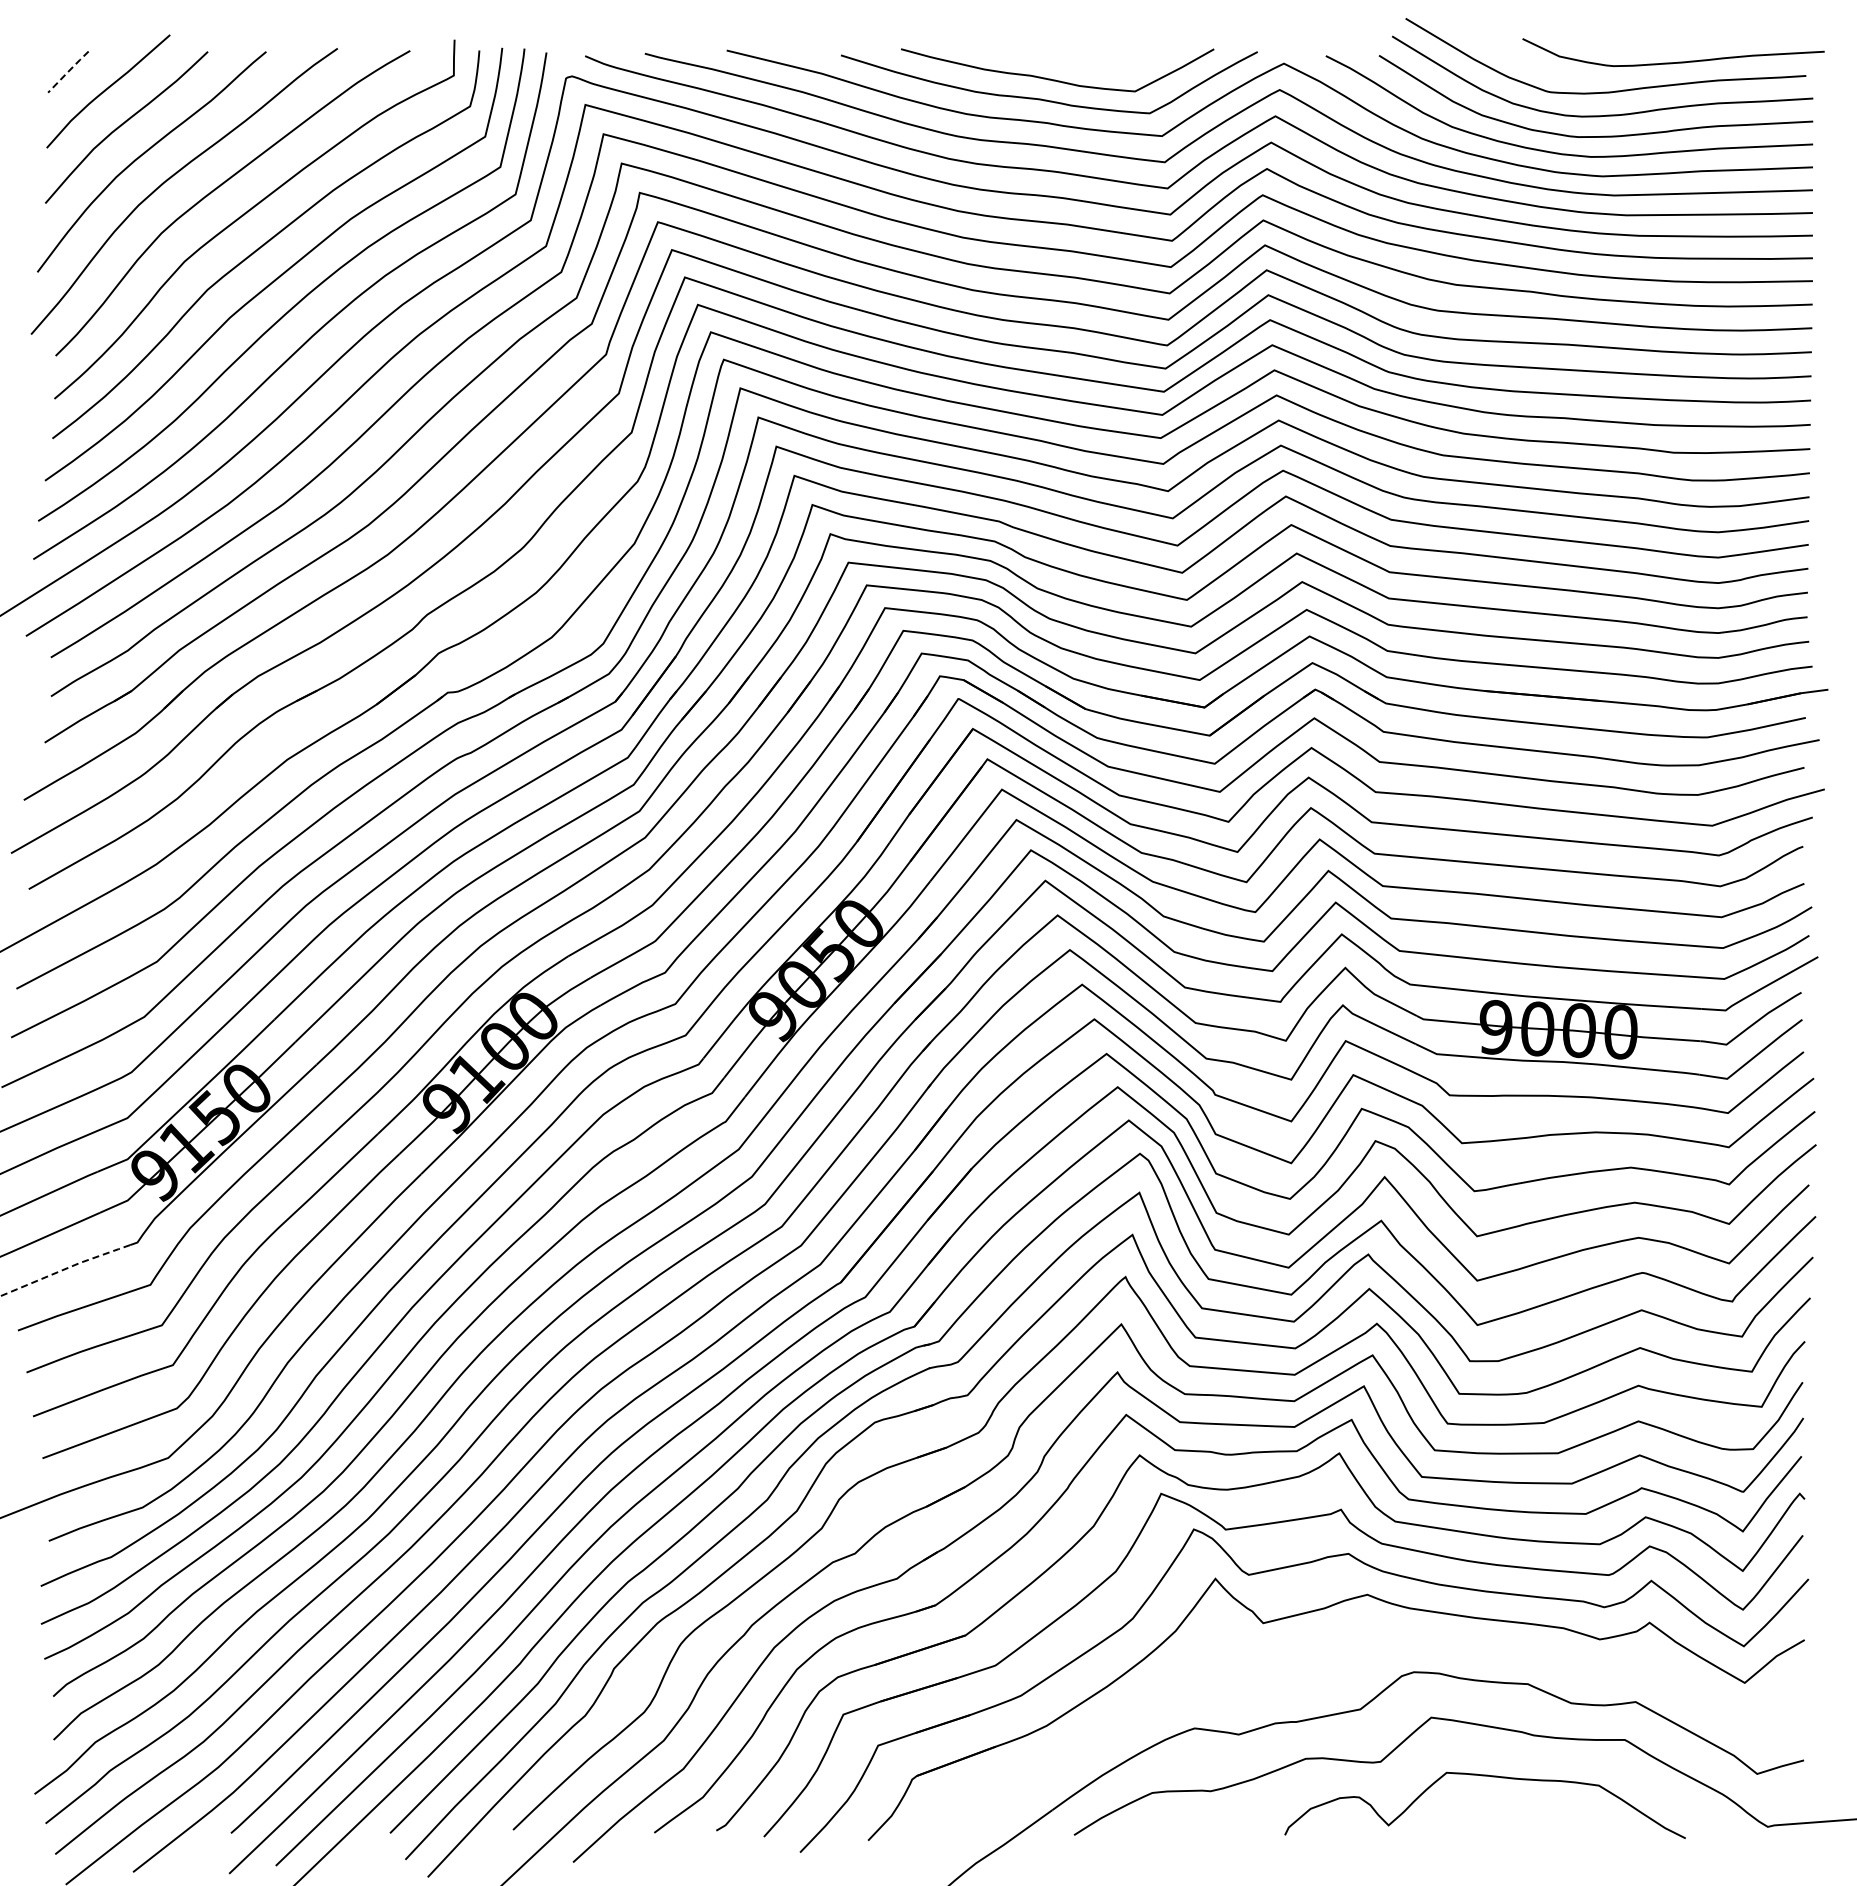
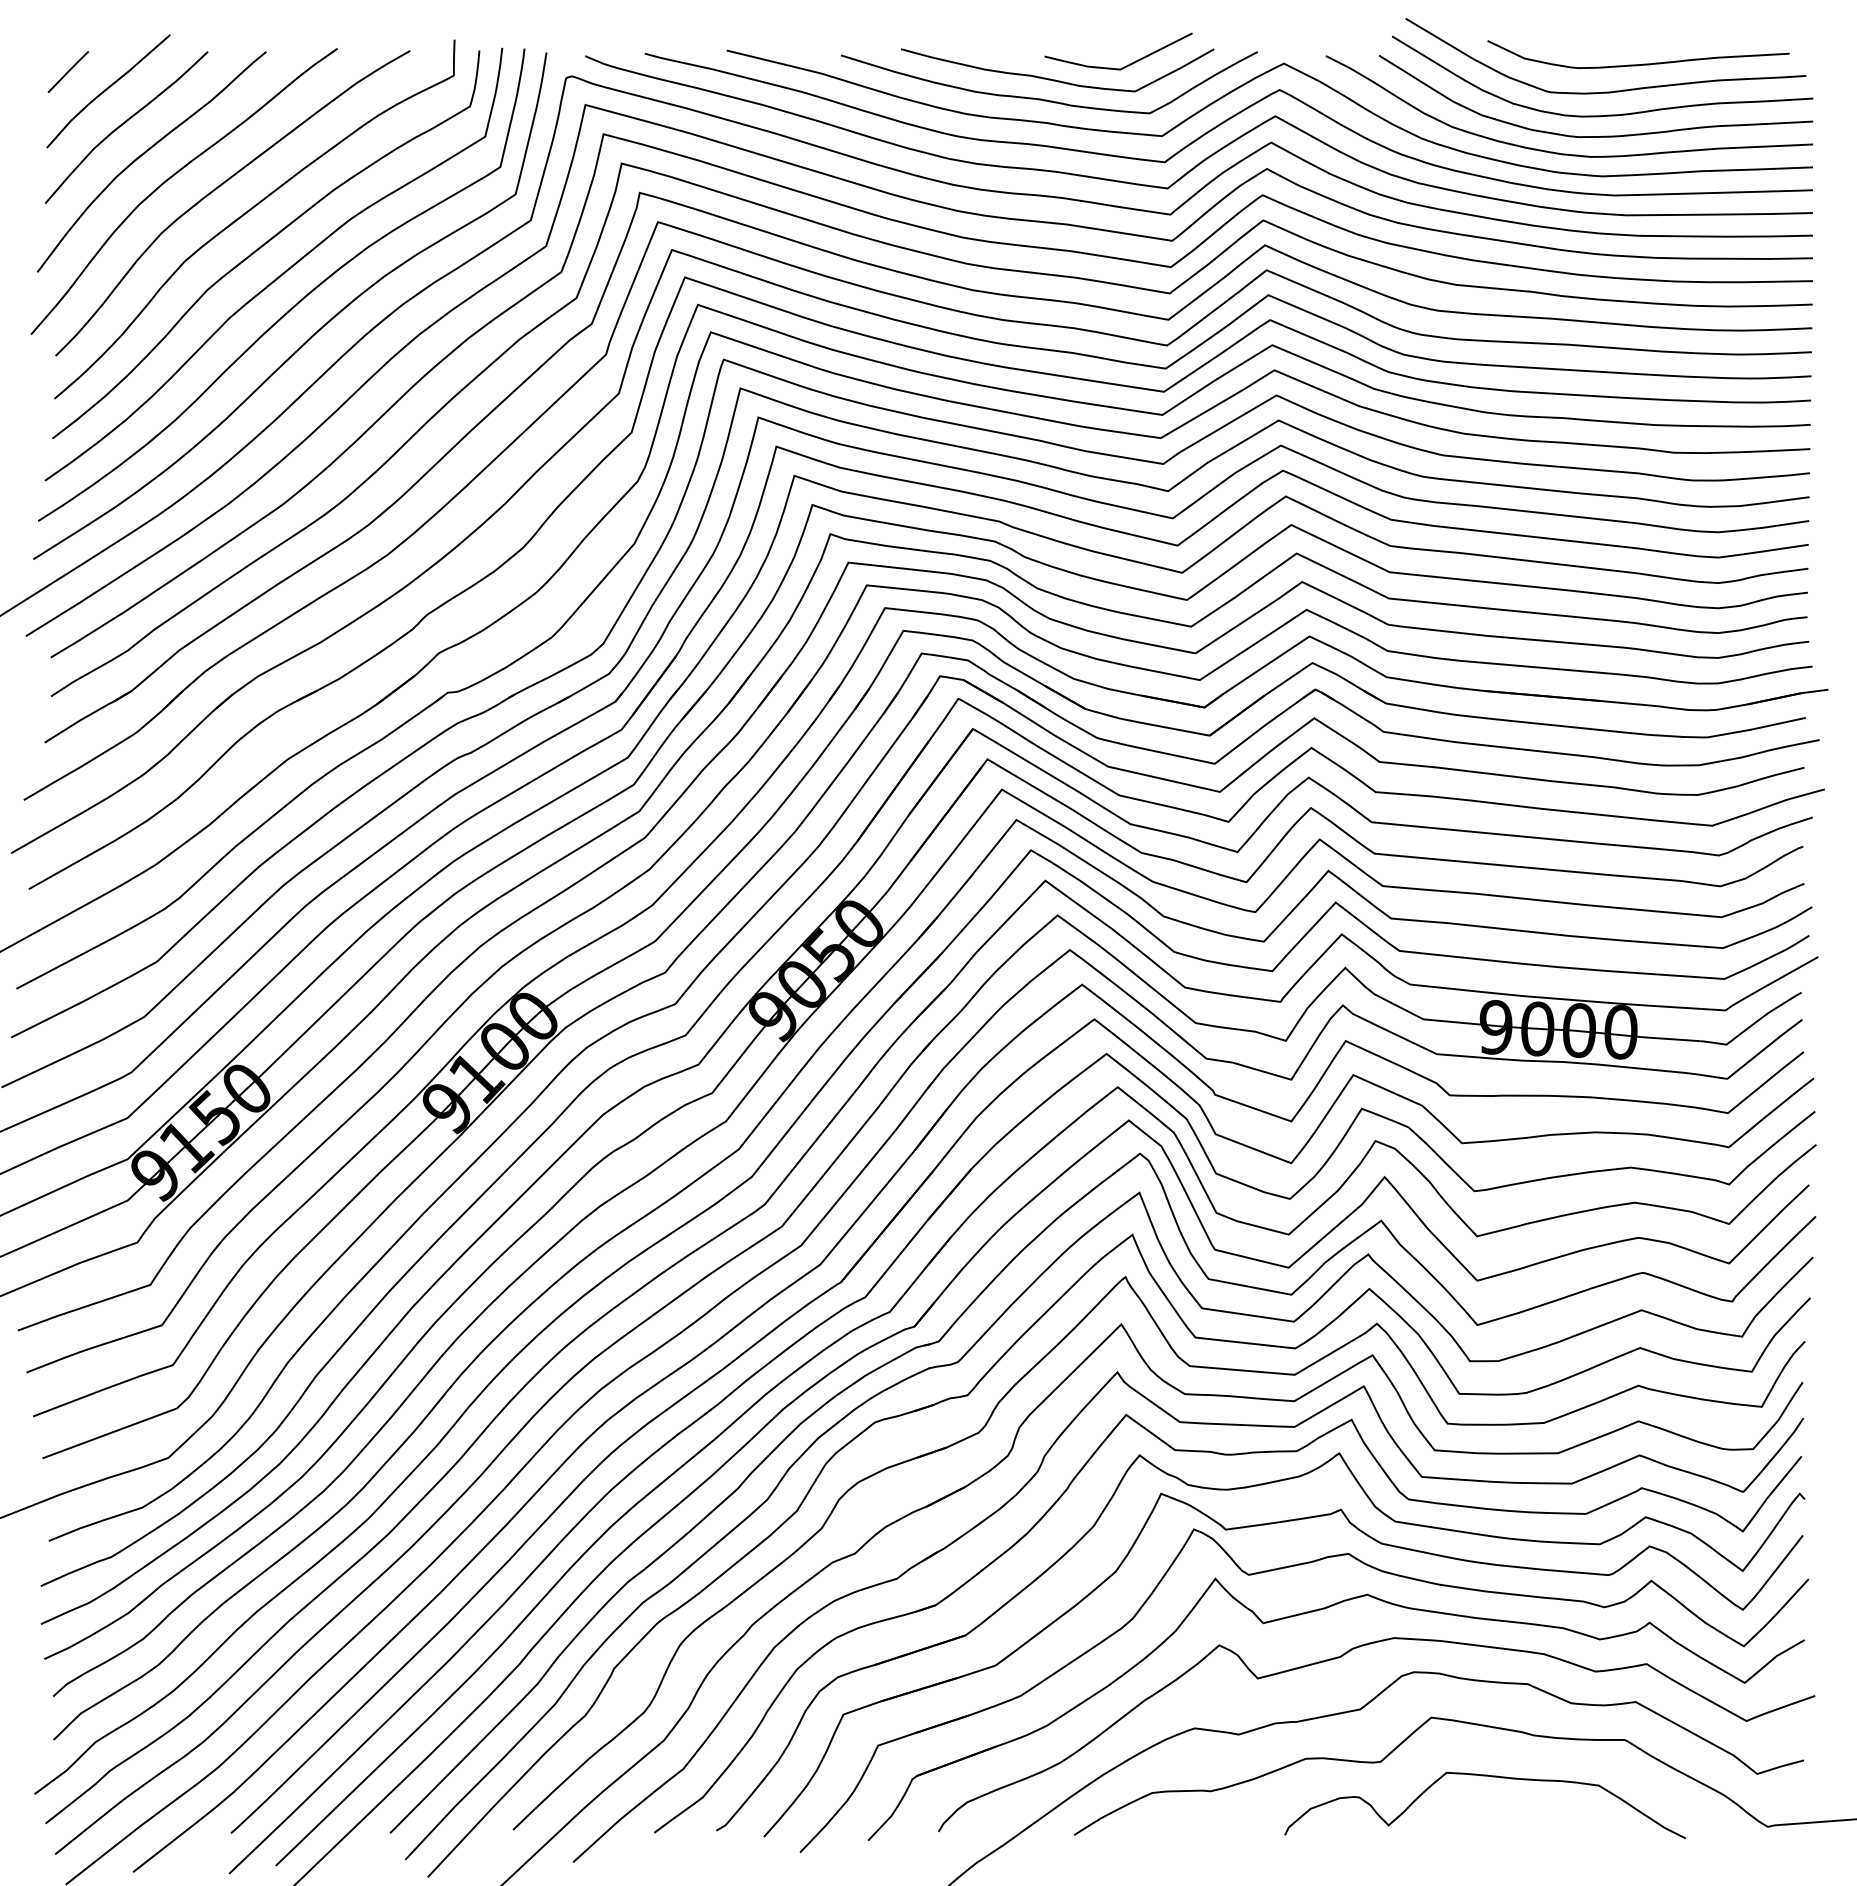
curve at (1677, 61) position: (1677, 61) -> (1642, 63)
curve at (1126, 65): none -> present
line at (68, 71): dashed -> solid
line at (65, 1269): dashed -> solid
curve at (1339, 1658): none -> present
